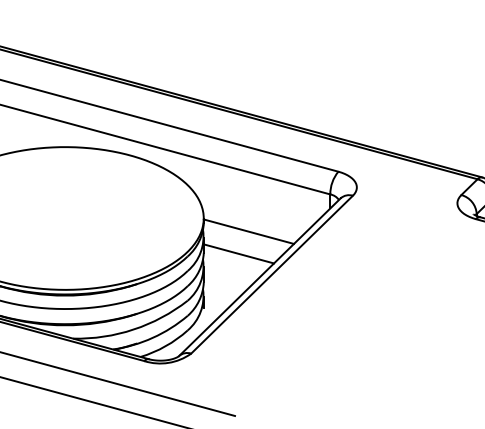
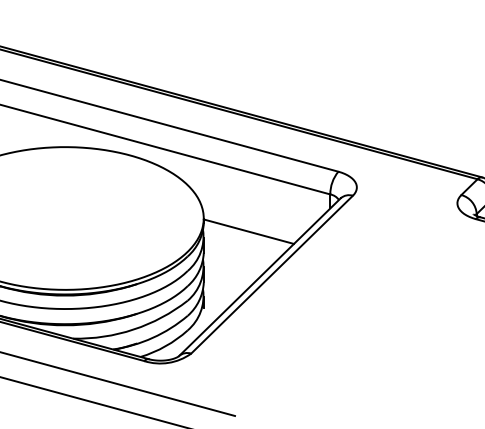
line at (238, 253): present -> none
